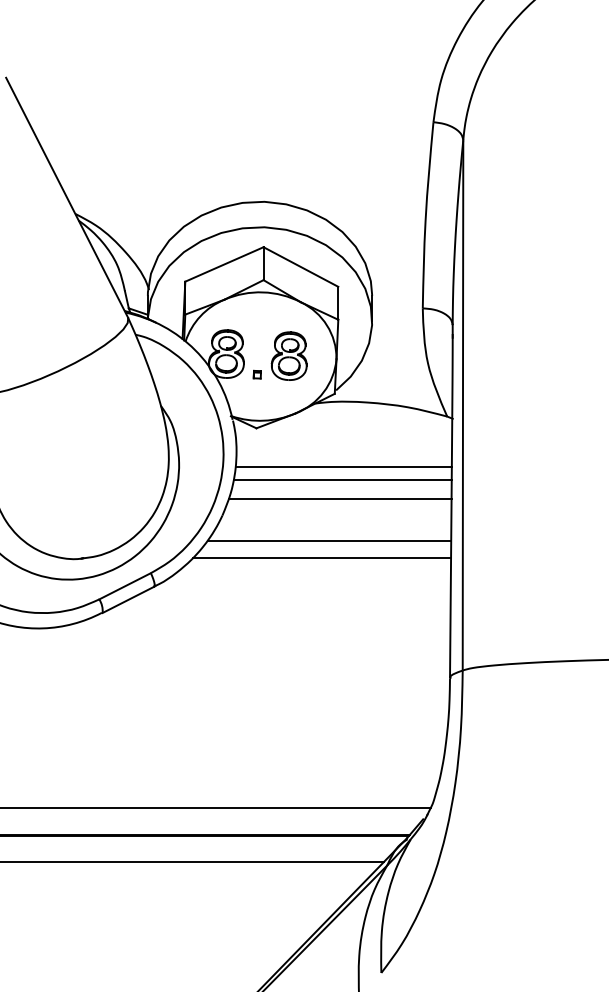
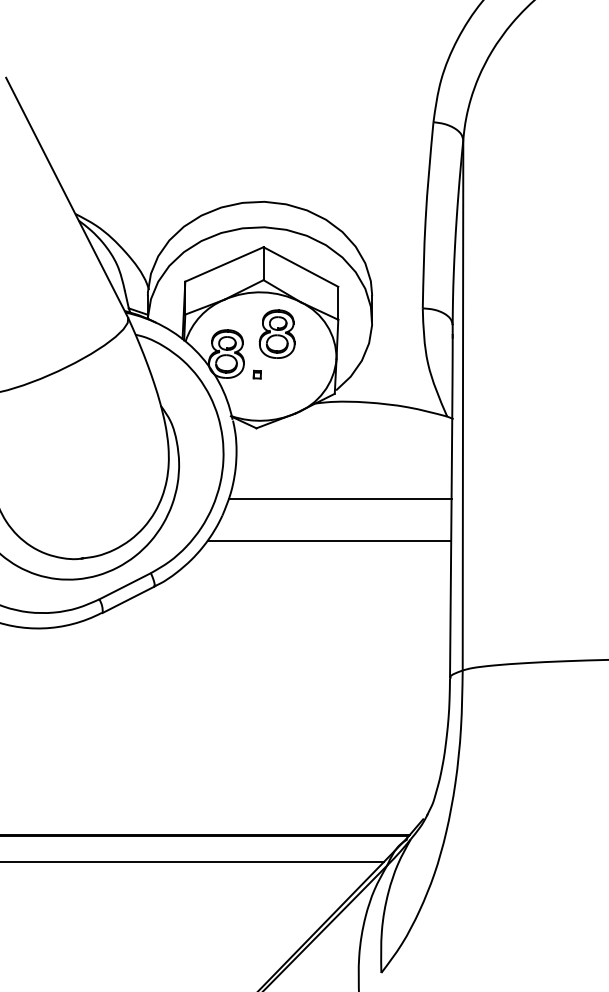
part at (288, 355) position: (288, 355) -> (276, 333)
line at (343, 466): present -> none
line at (342, 479): present -> none
line at (321, 558): present -> none
line at (216, 807): present -> none
